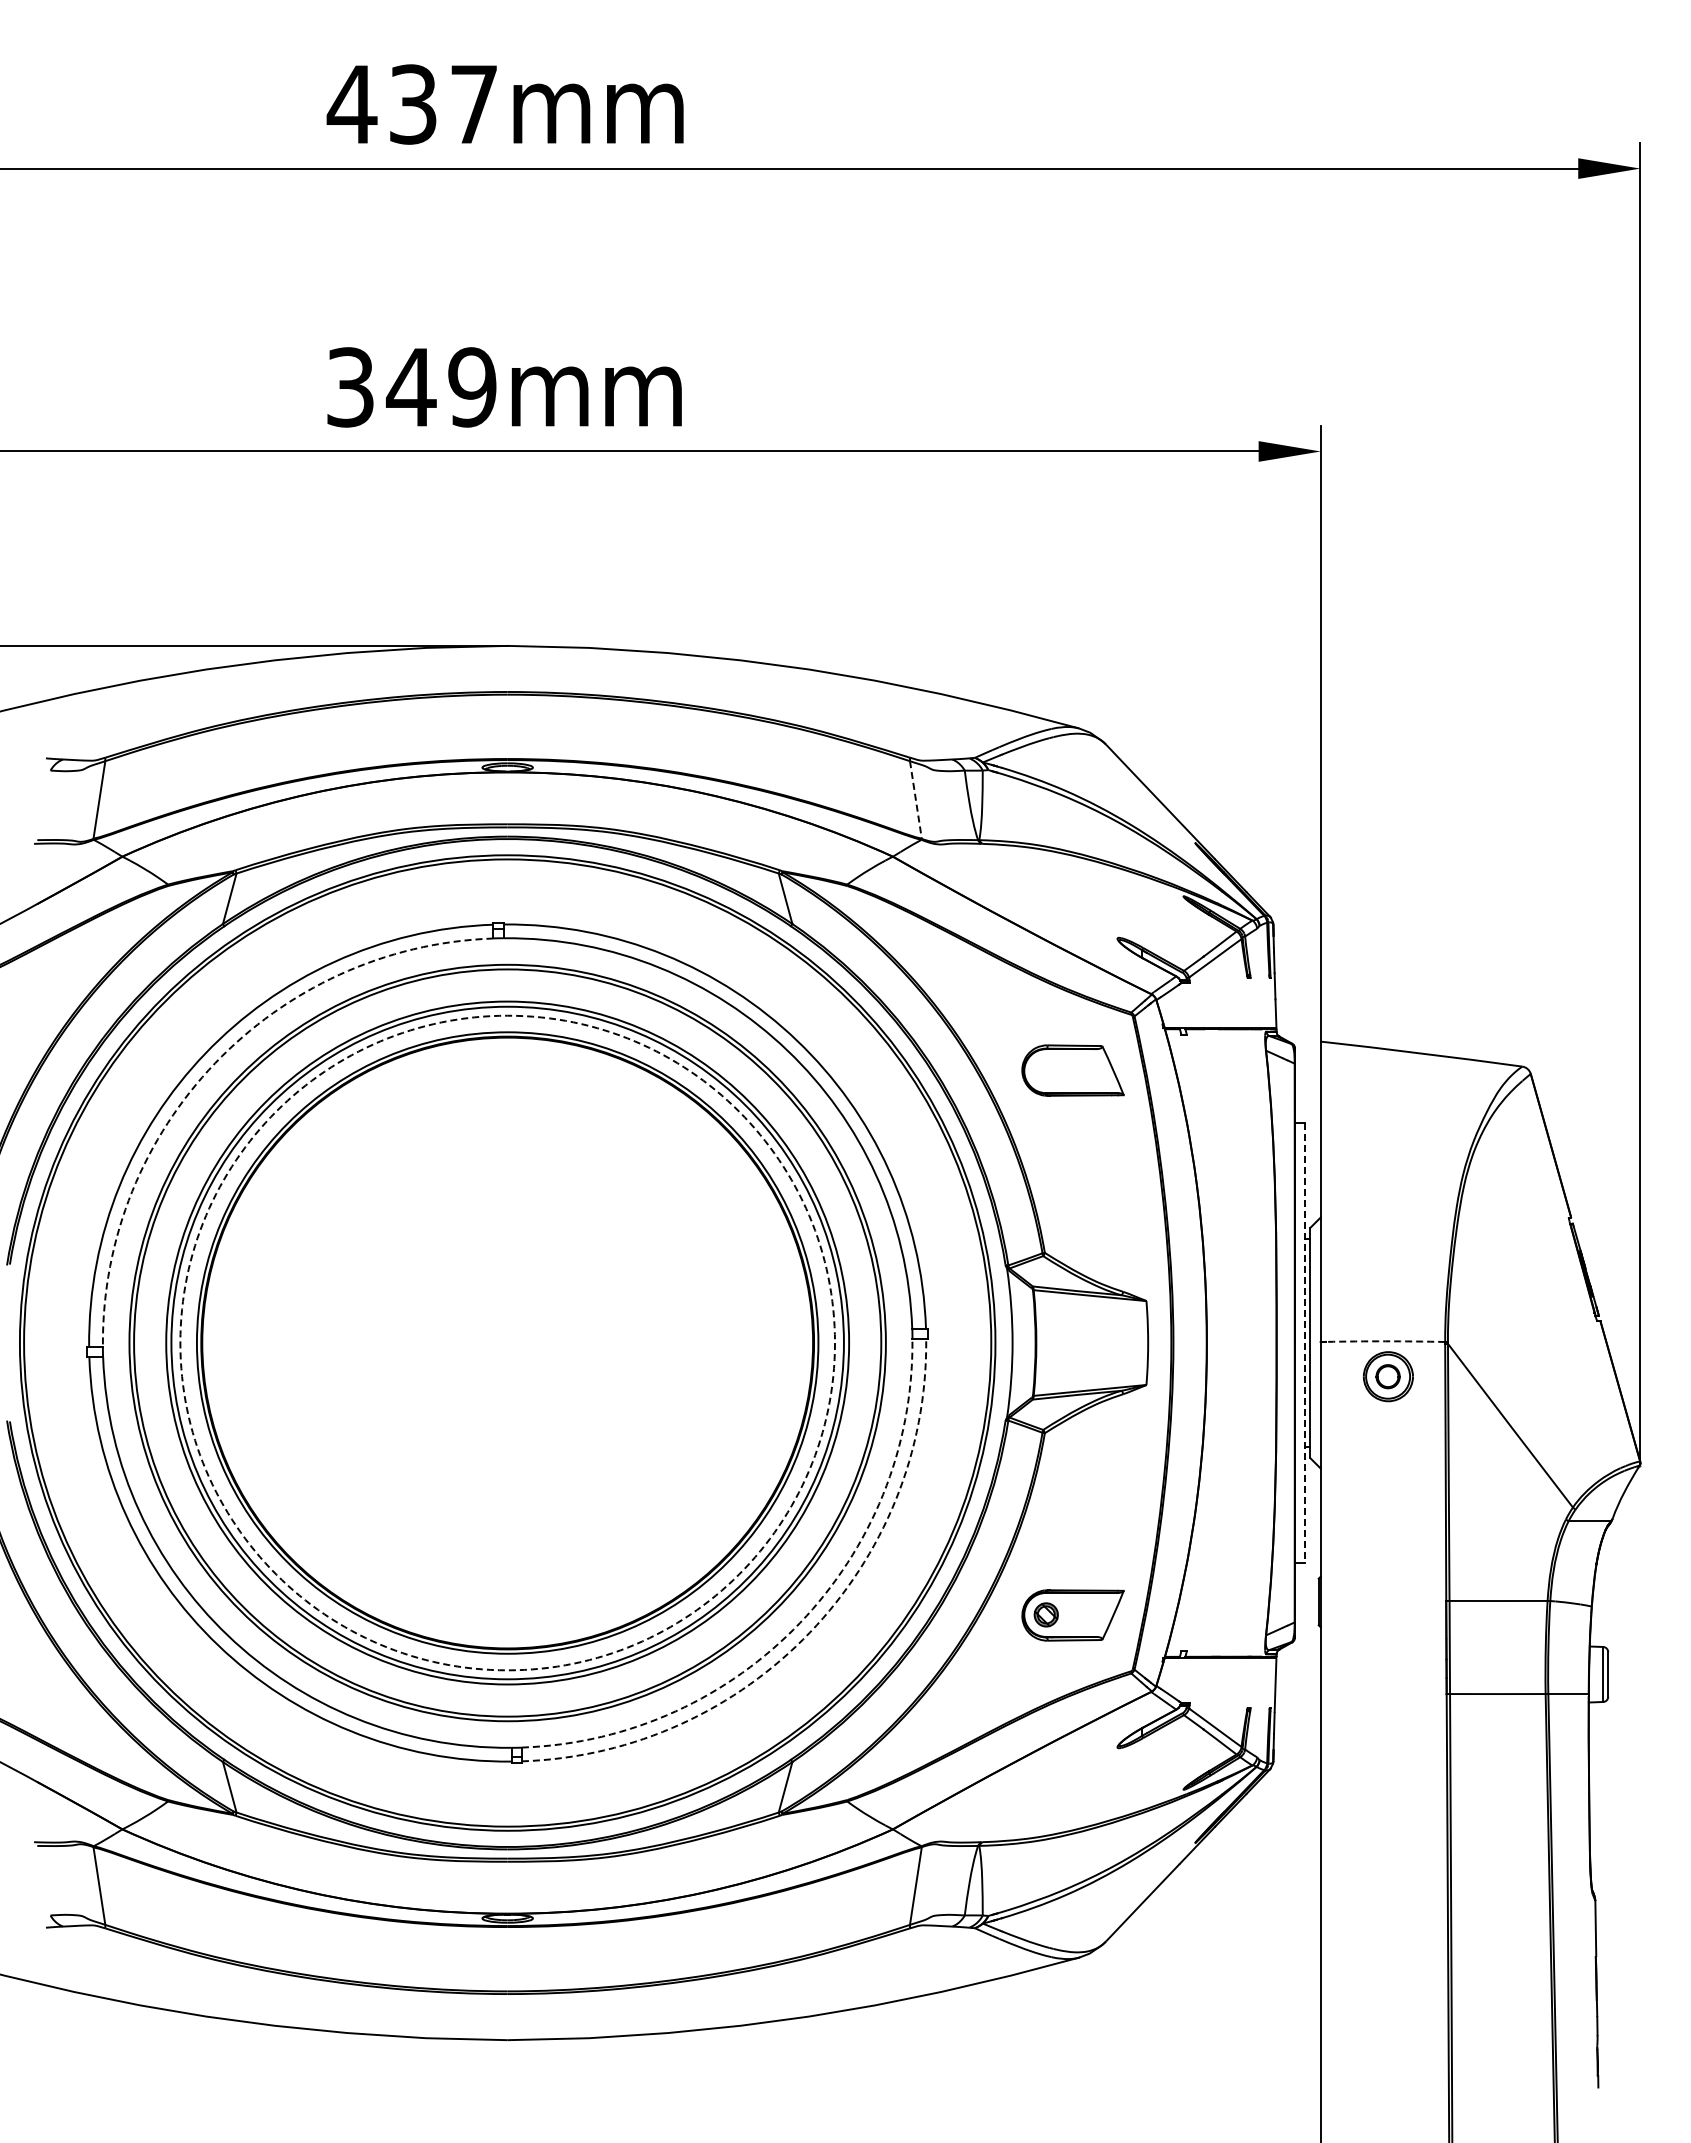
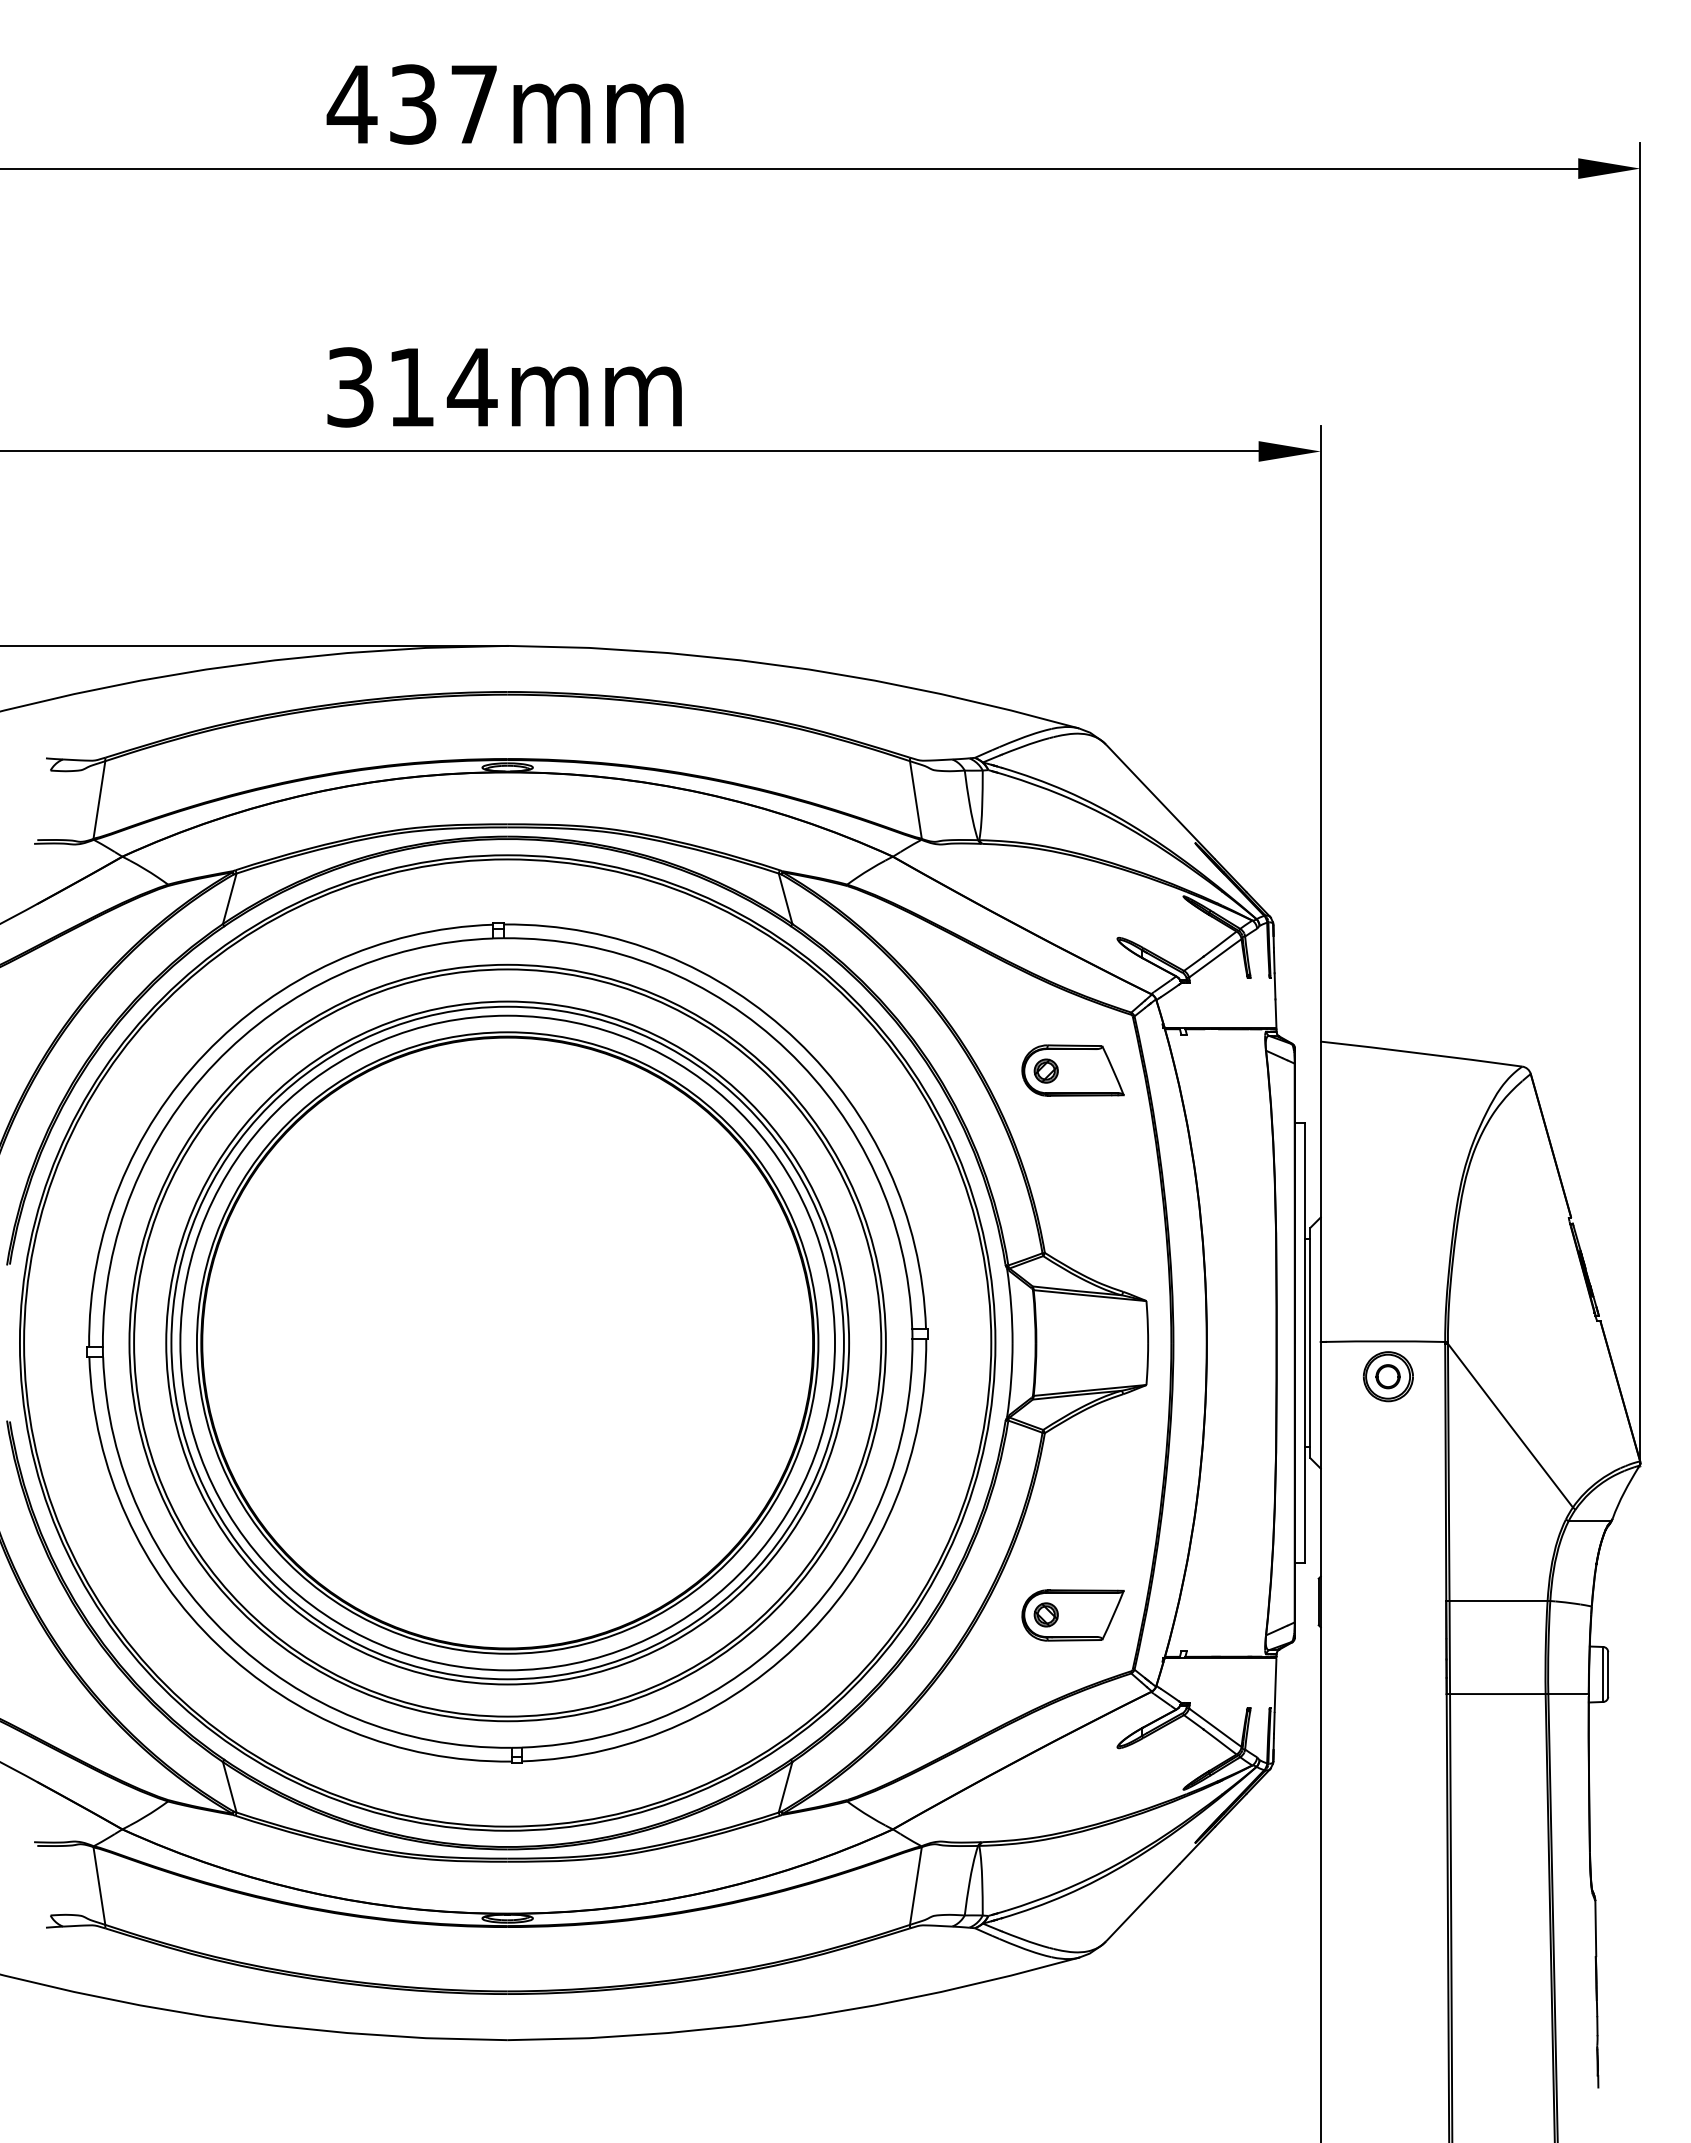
text at (441, 387): 349mm -> 314mm
line at (915, 800): dashed -> solid
arc at (215, 1063): dashed -> solid
part at (1045, 1070): none -> present
arc at (1385, 1341): dashed -> solid
circle at (507, 1342): dashed -> solid
line at (1305, 1343): dashed -> solid
arc at (800, 1622): dashed -> solid
arc at (810, 1632): dashed -> solid
